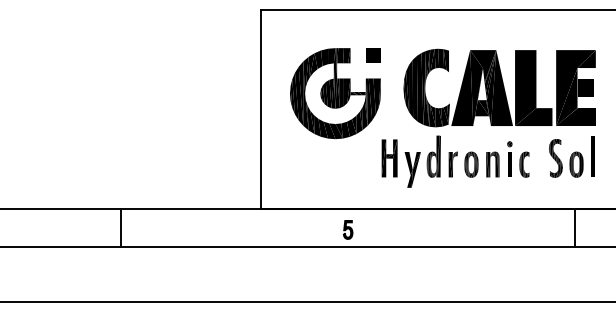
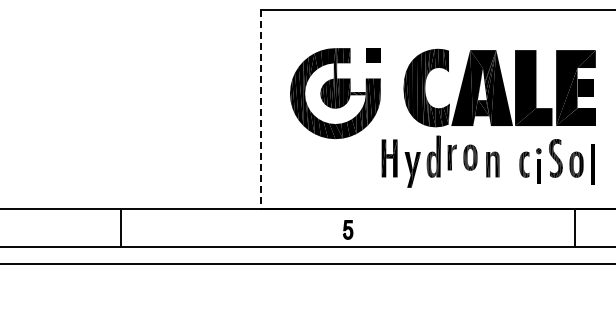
line at (260, 109): solid -> dashed
line at (592, 156) position: (592, 156) -> (592, 164)
part at (509, 158) position: (509, 158) -> (538, 165)
part at (463, 164) position: (463, 164) -> (462, 157)
line at (307, 302) position: (307, 302) -> (307, 264)
